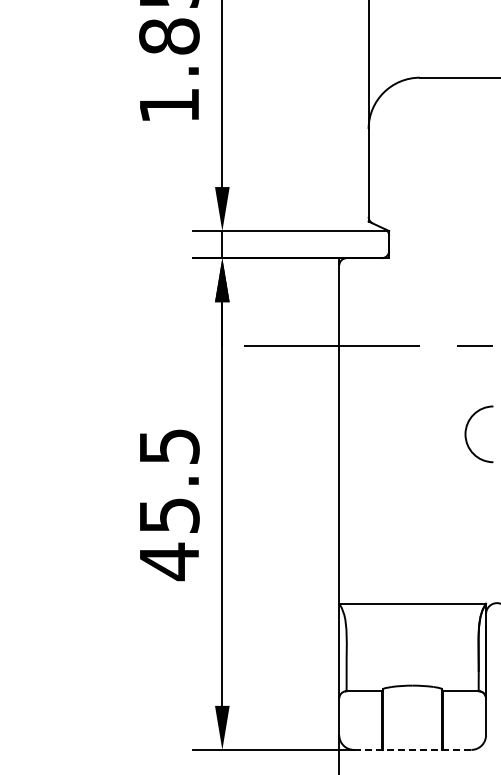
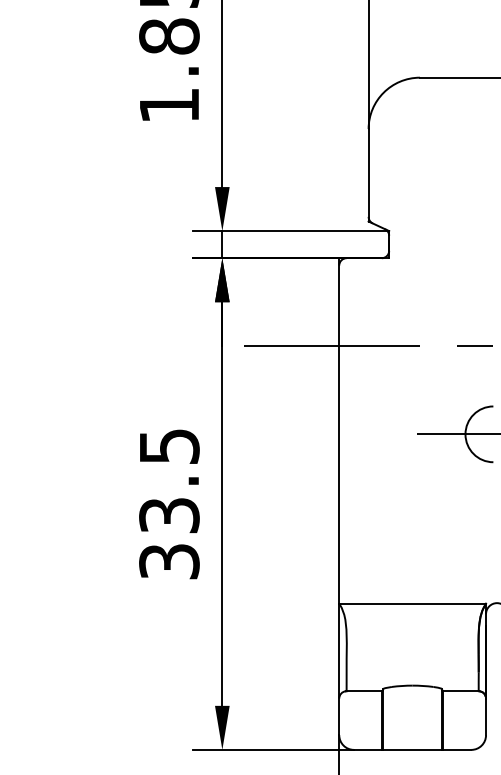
line at (454, 434): none -> present
text at (169, 539): 45.5 -> 33.5
line at (412, 749): dashed -> solid
